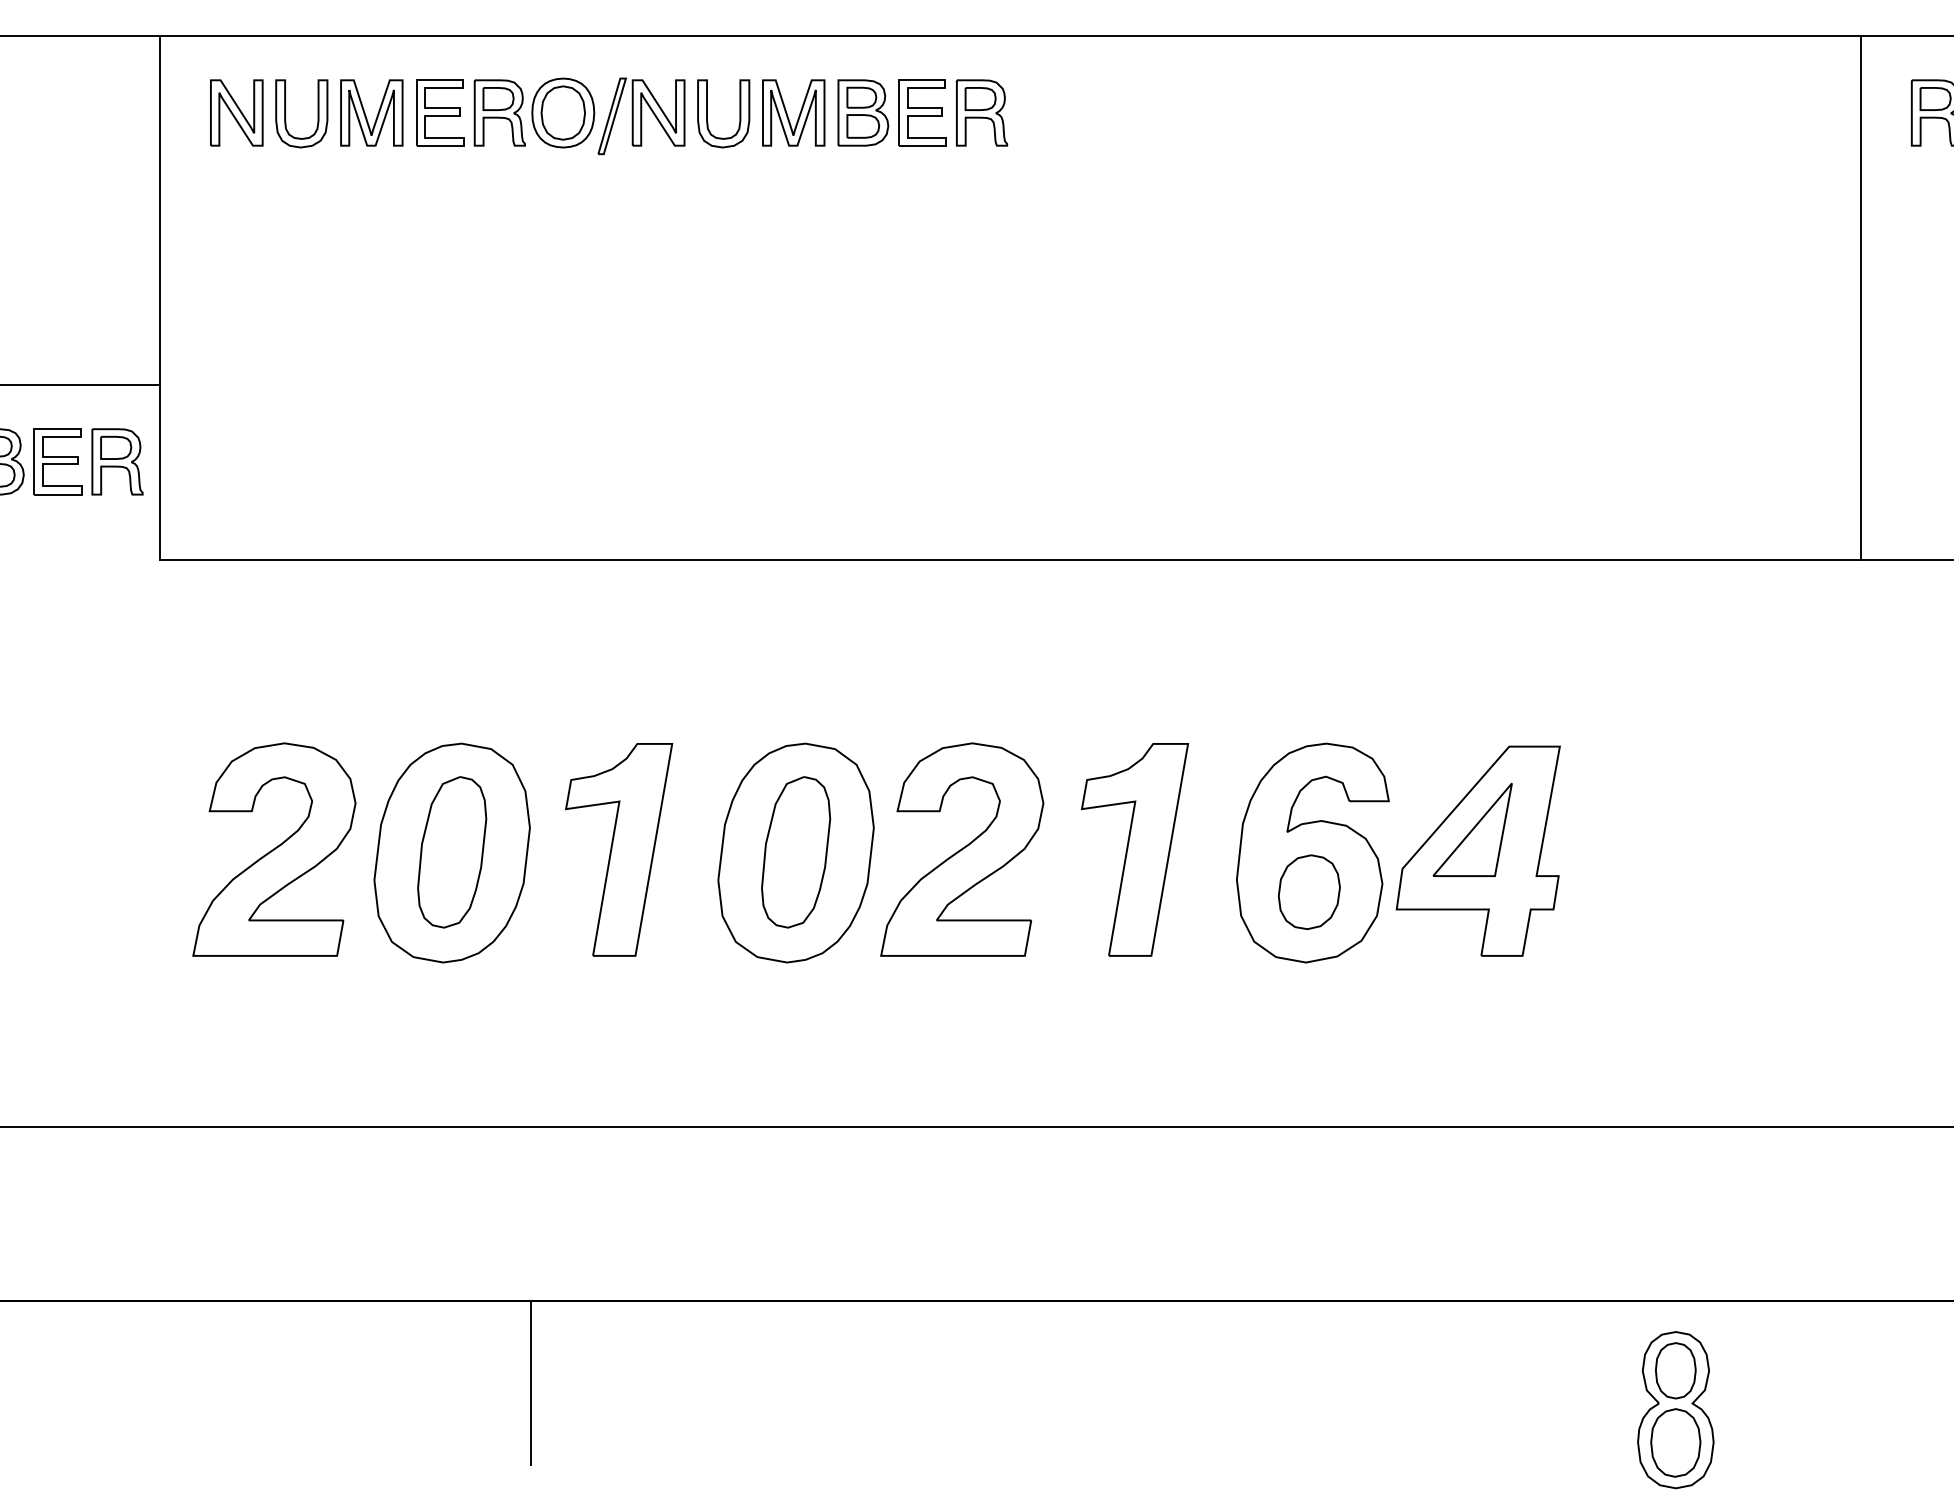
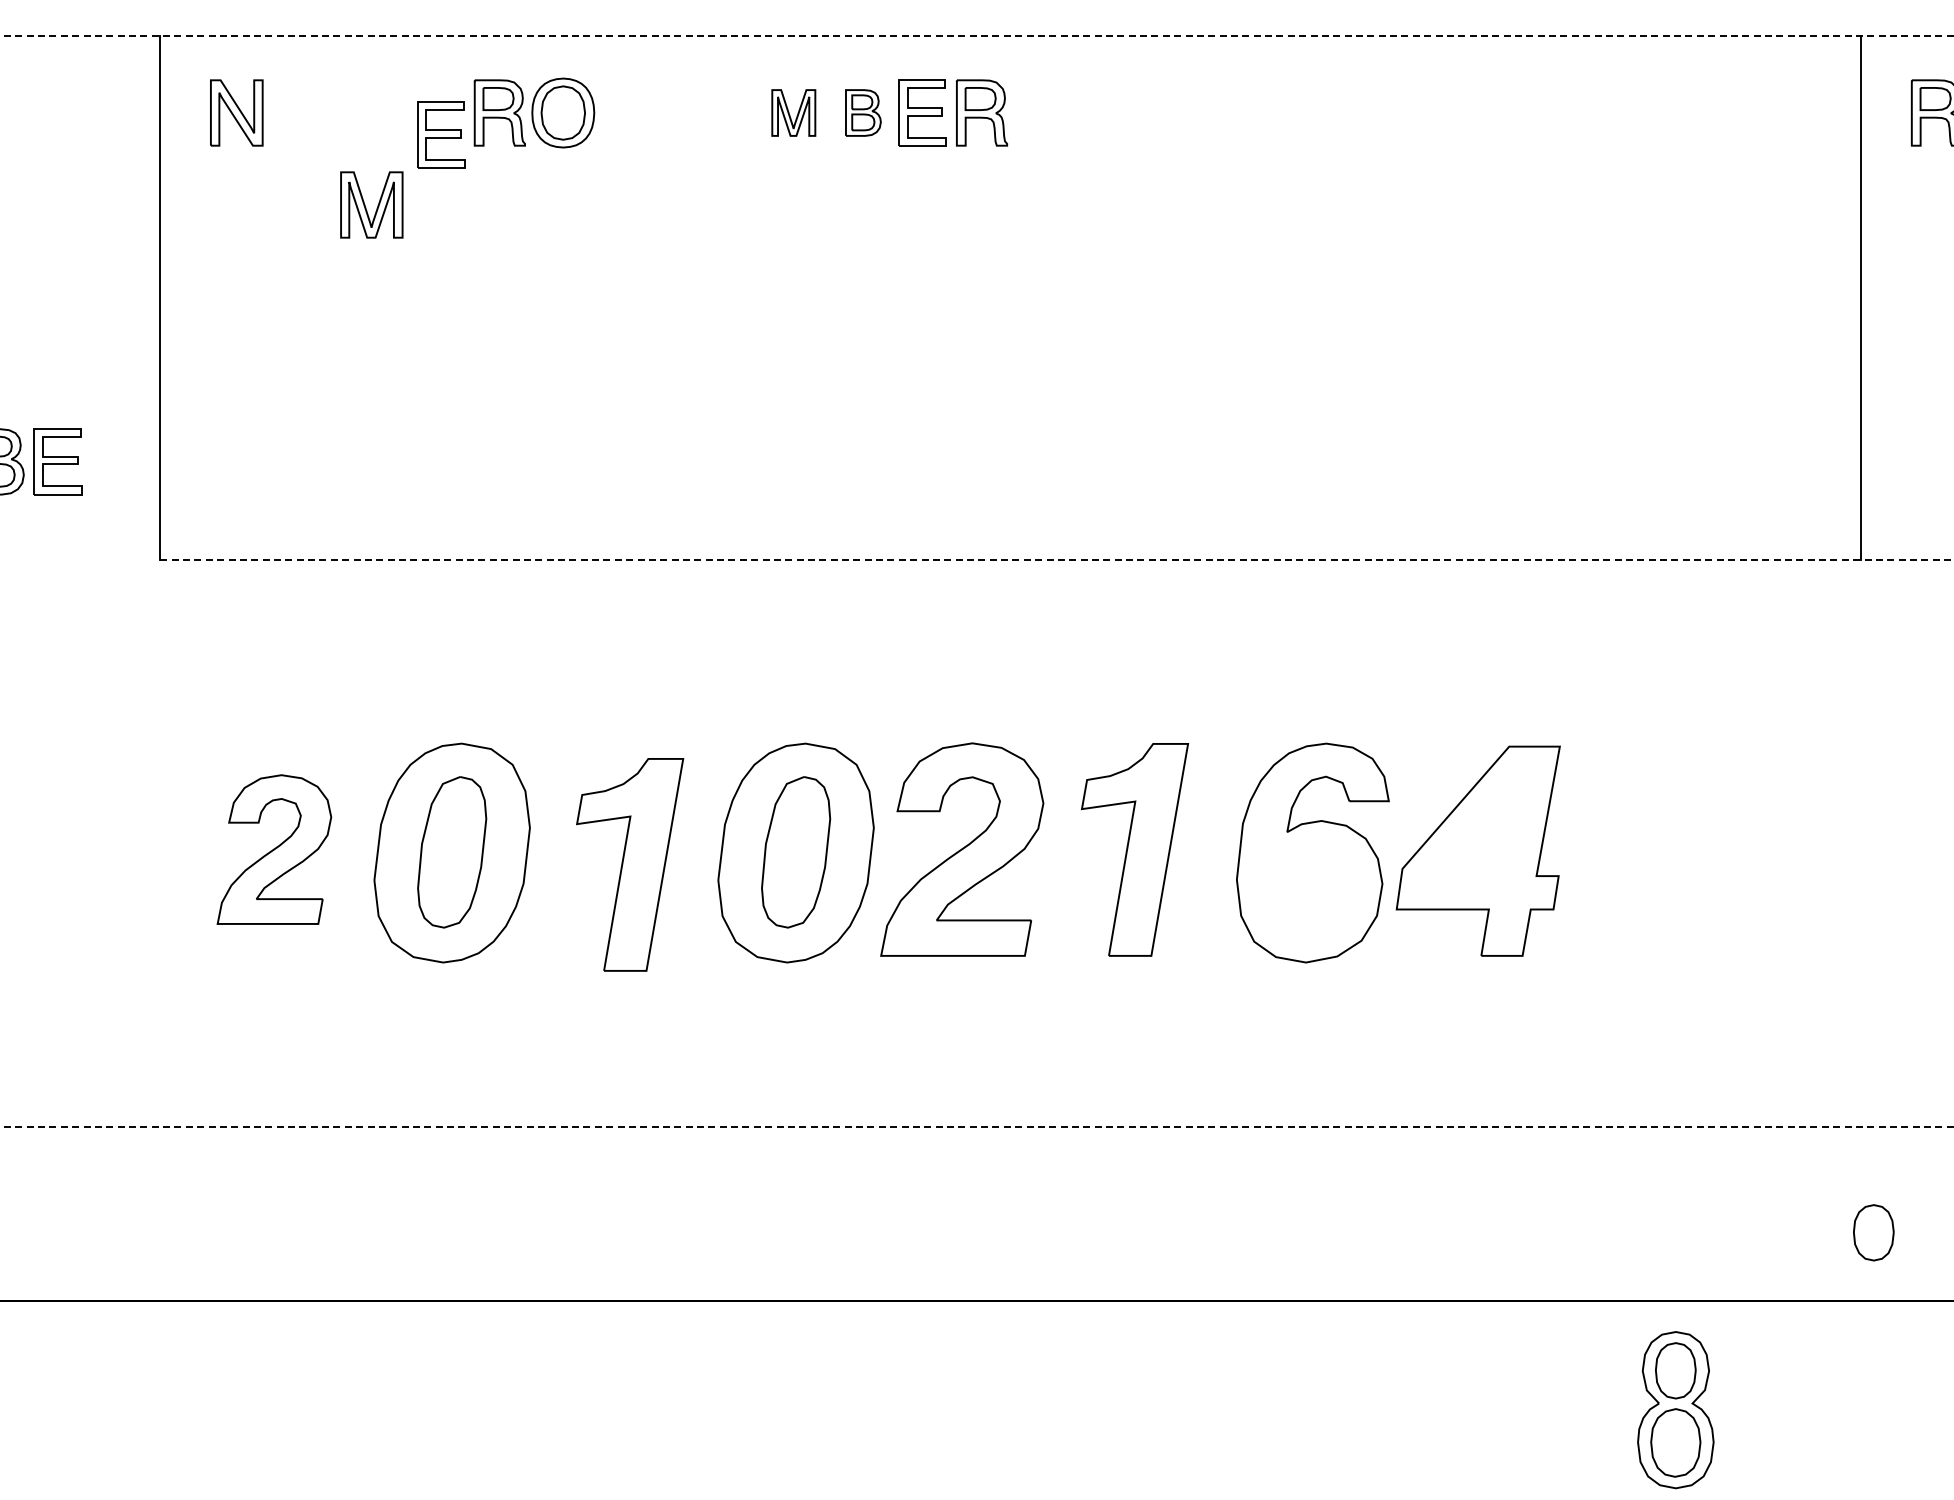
line at (977, 36): solid -> dashed
part at (371, 112) position: (371, 112) -> (371, 204)
part at (440, 112) position: (440, 112) -> (441, 134)
part at (793, 112) size: 64x68 px -> 46x48 px
part at (863, 112) size: 53x68 px -> 37x48 px
part at (285, 113): present -> none
part at (707, 113): present -> none
part at (641, 116): present -> none
line at (81, 385): present -> none
part at (117, 461): present -> none
line at (1057, 559): solid -> dashed
part at (1472, 829): present -> none
part at (274, 849) size: 165x215 px -> 117x151 px
part at (619, 849) position: (619, 849) -> (630, 864)
part at (1308, 892): present -> none
line at (977, 1126): solid -> dashed
part at (1873, 1232): none -> present
line at (531, 1382): present -> none
